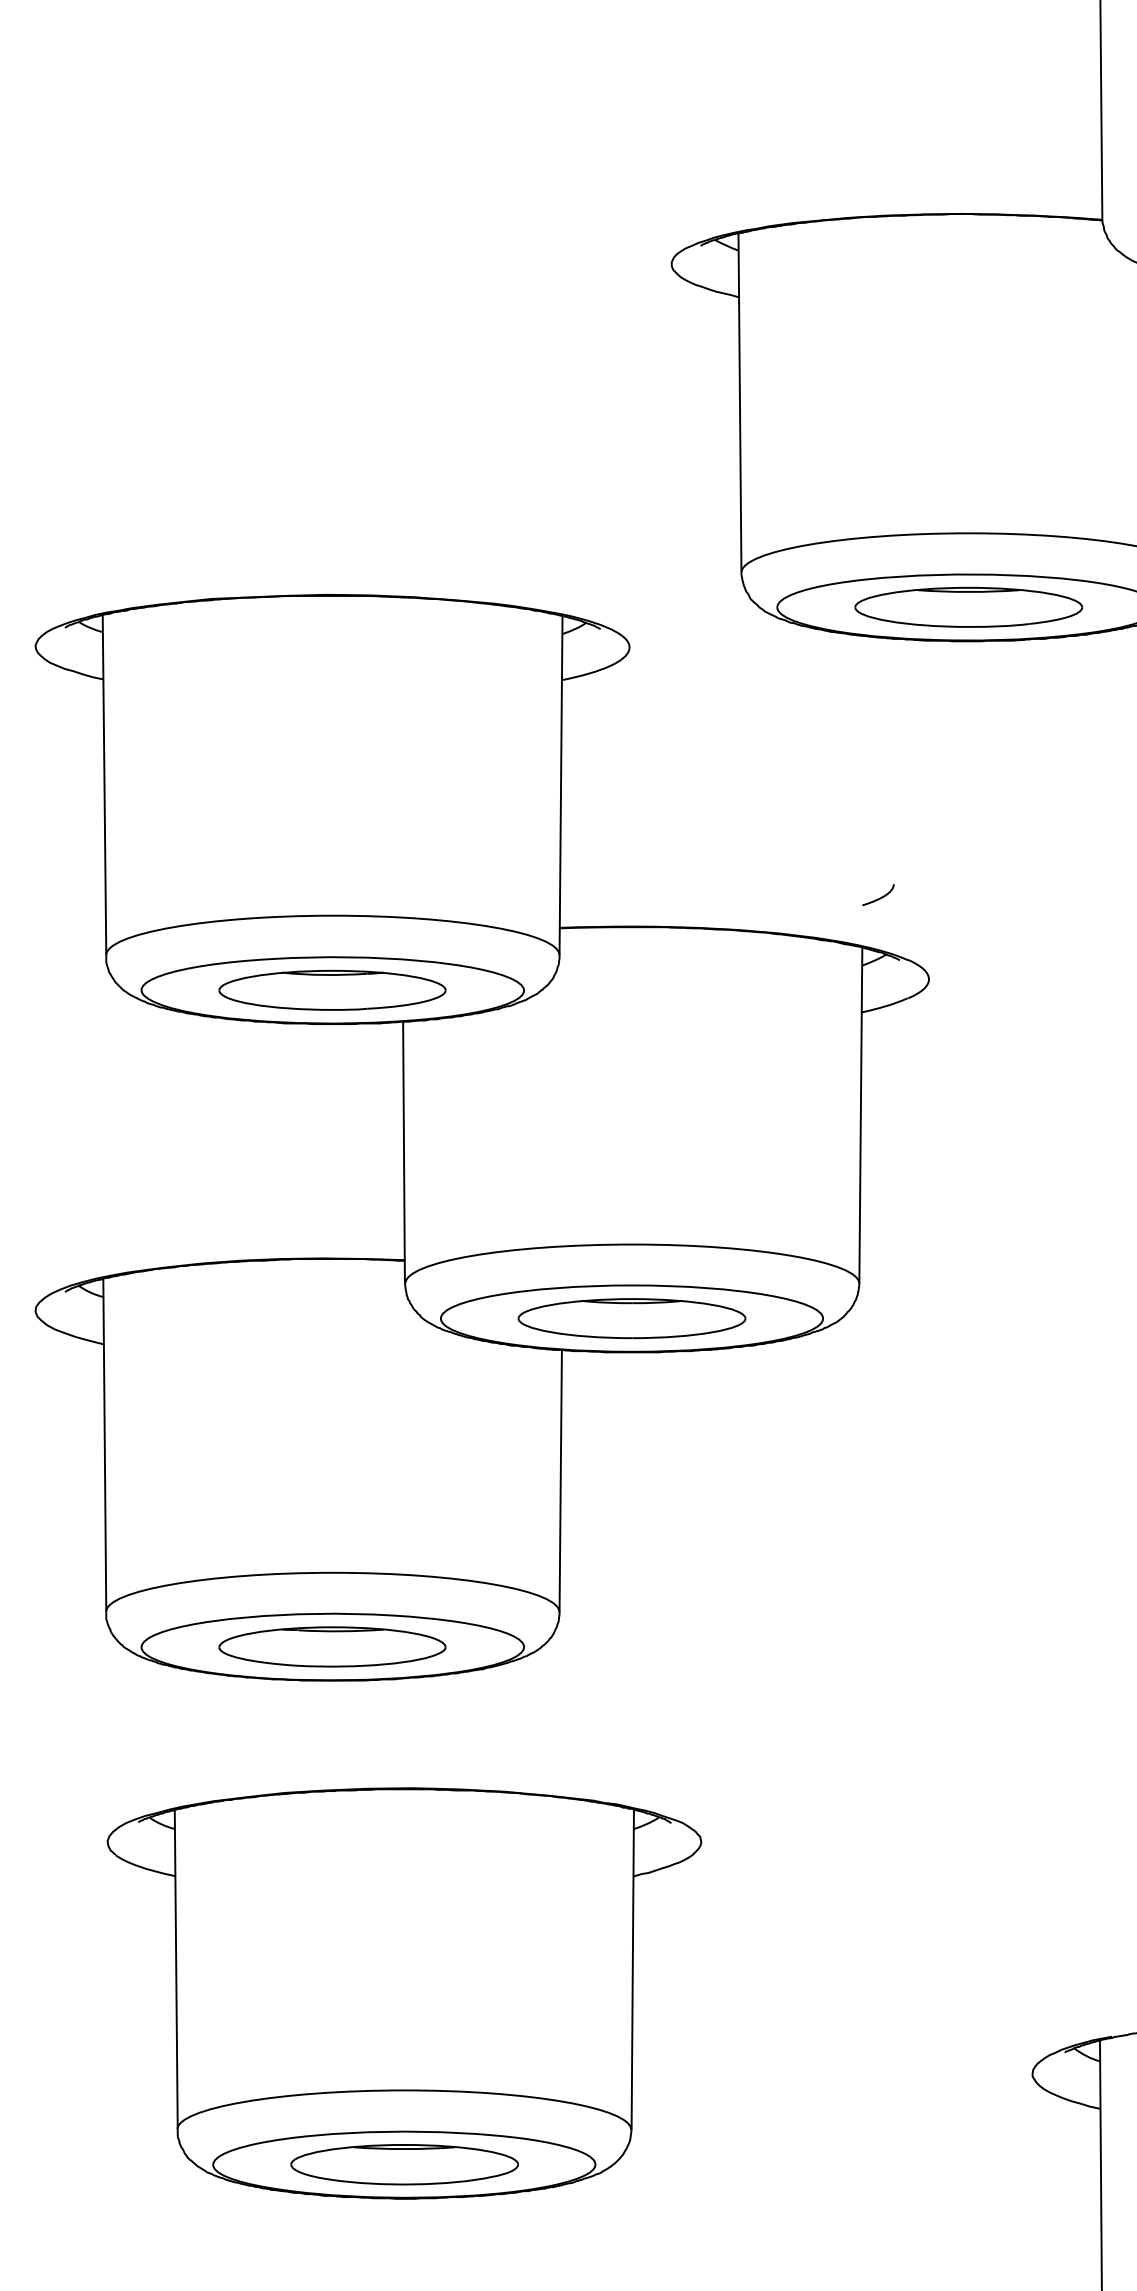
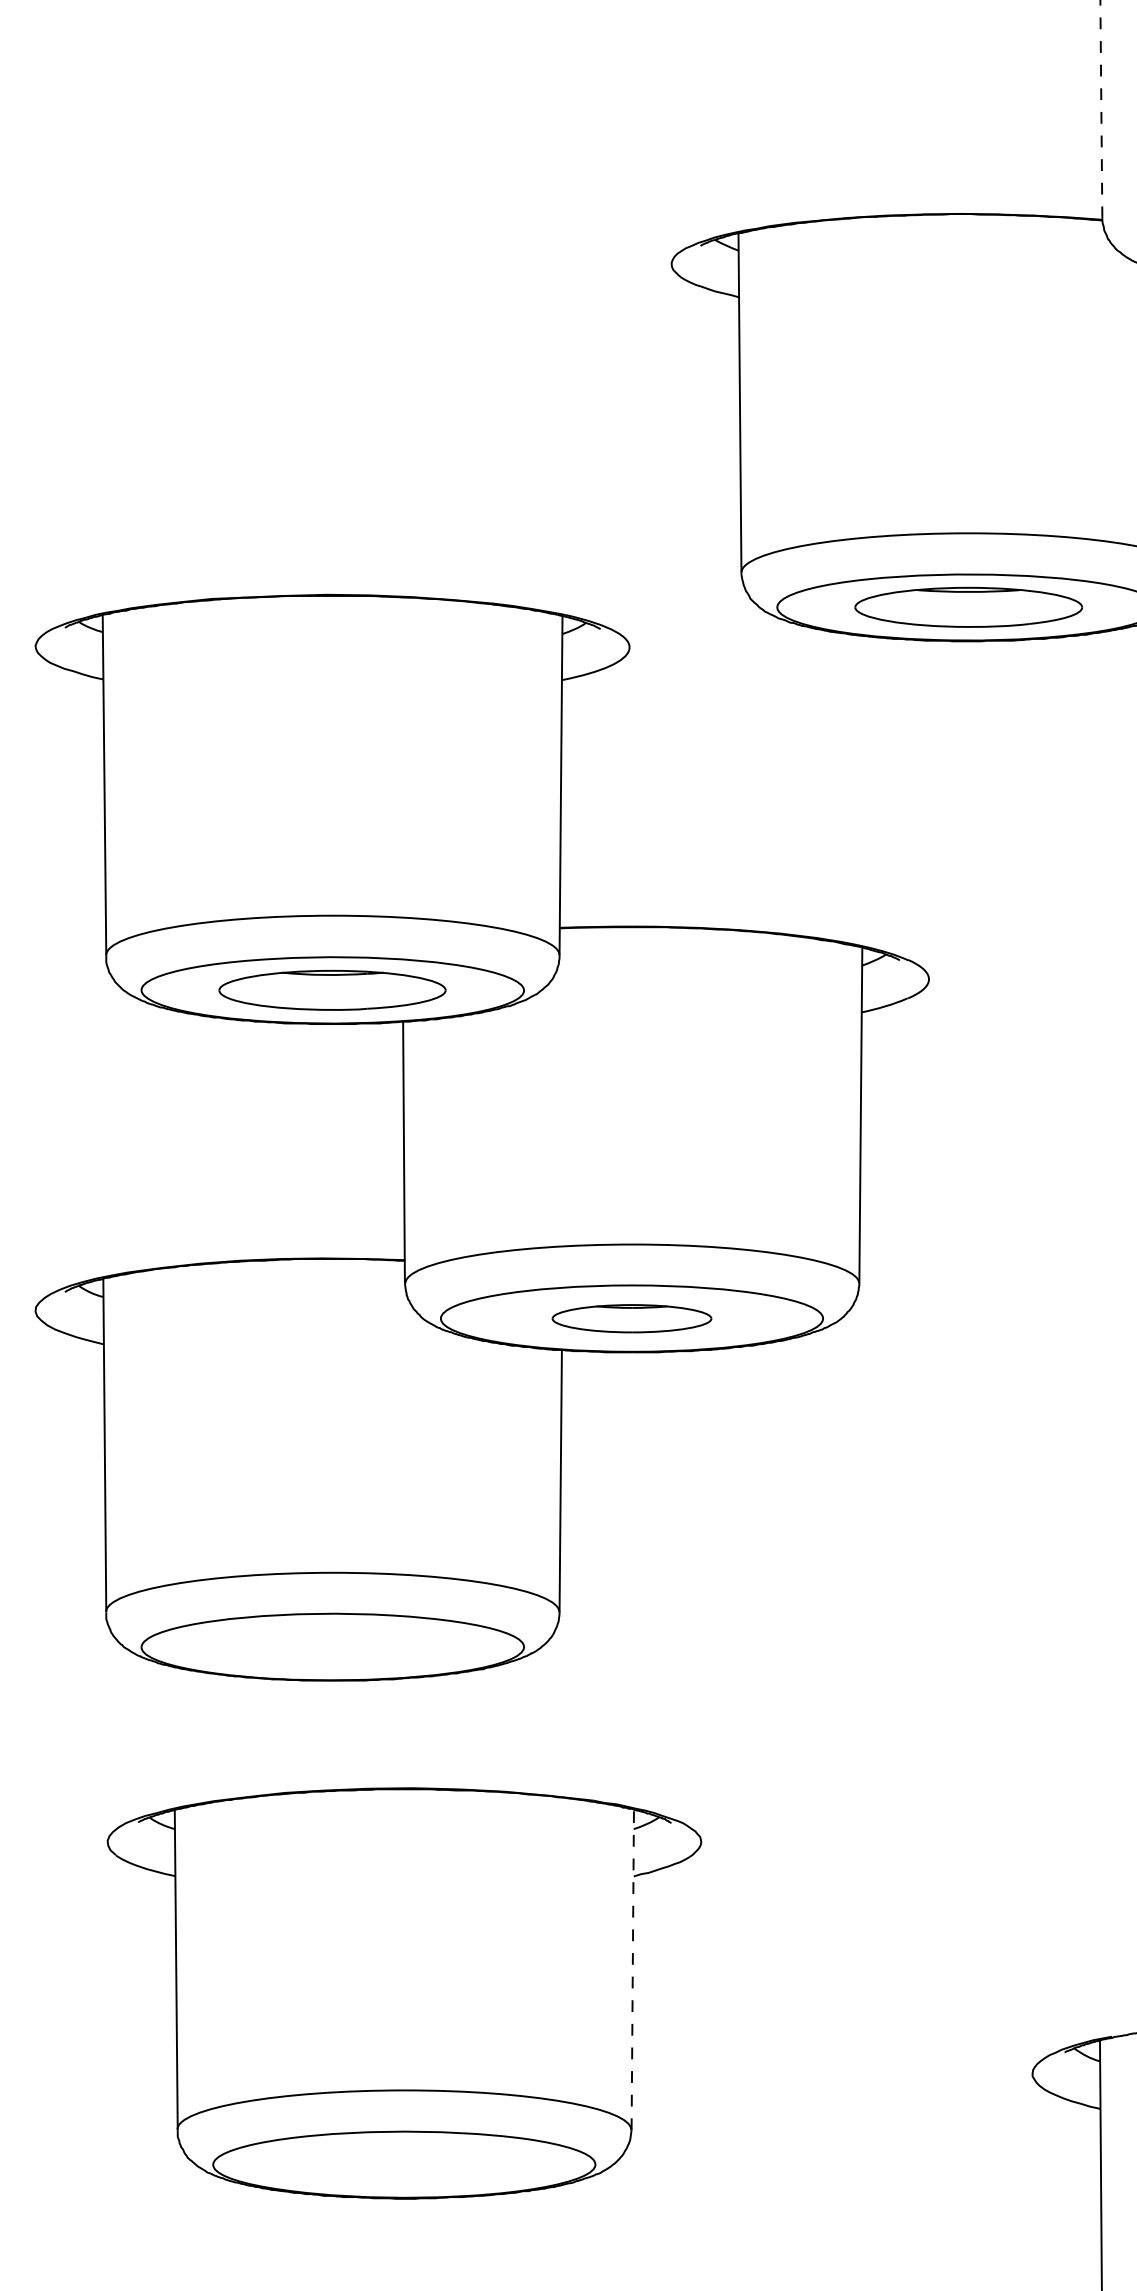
line at (1101, 109): solid -> dashed
curve at (879, 897): present -> none
part at (631, 1318) size: 230x42 px -> 162x30 px
part at (332, 1646): present -> none
line at (632, 1969): solid -> dashed
part at (404, 2164): present -> none
